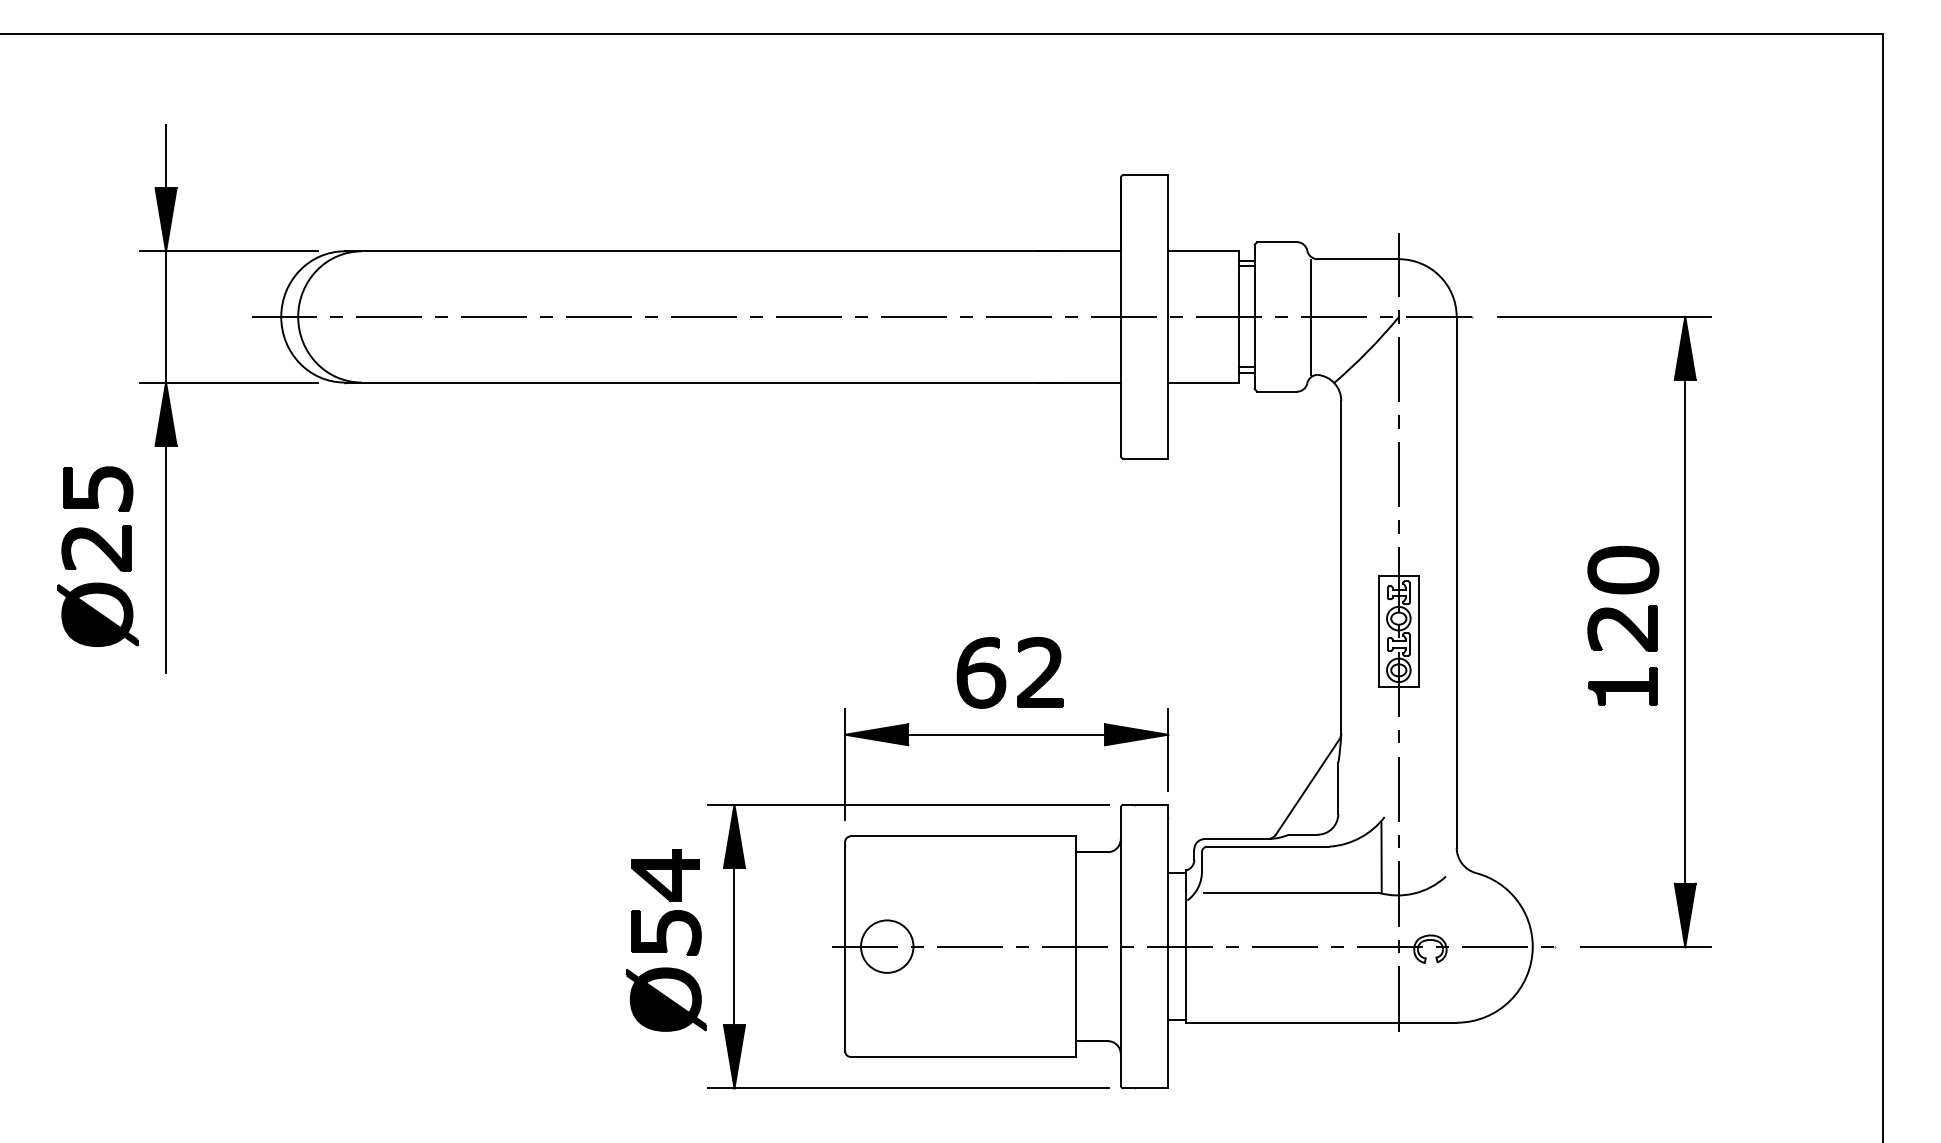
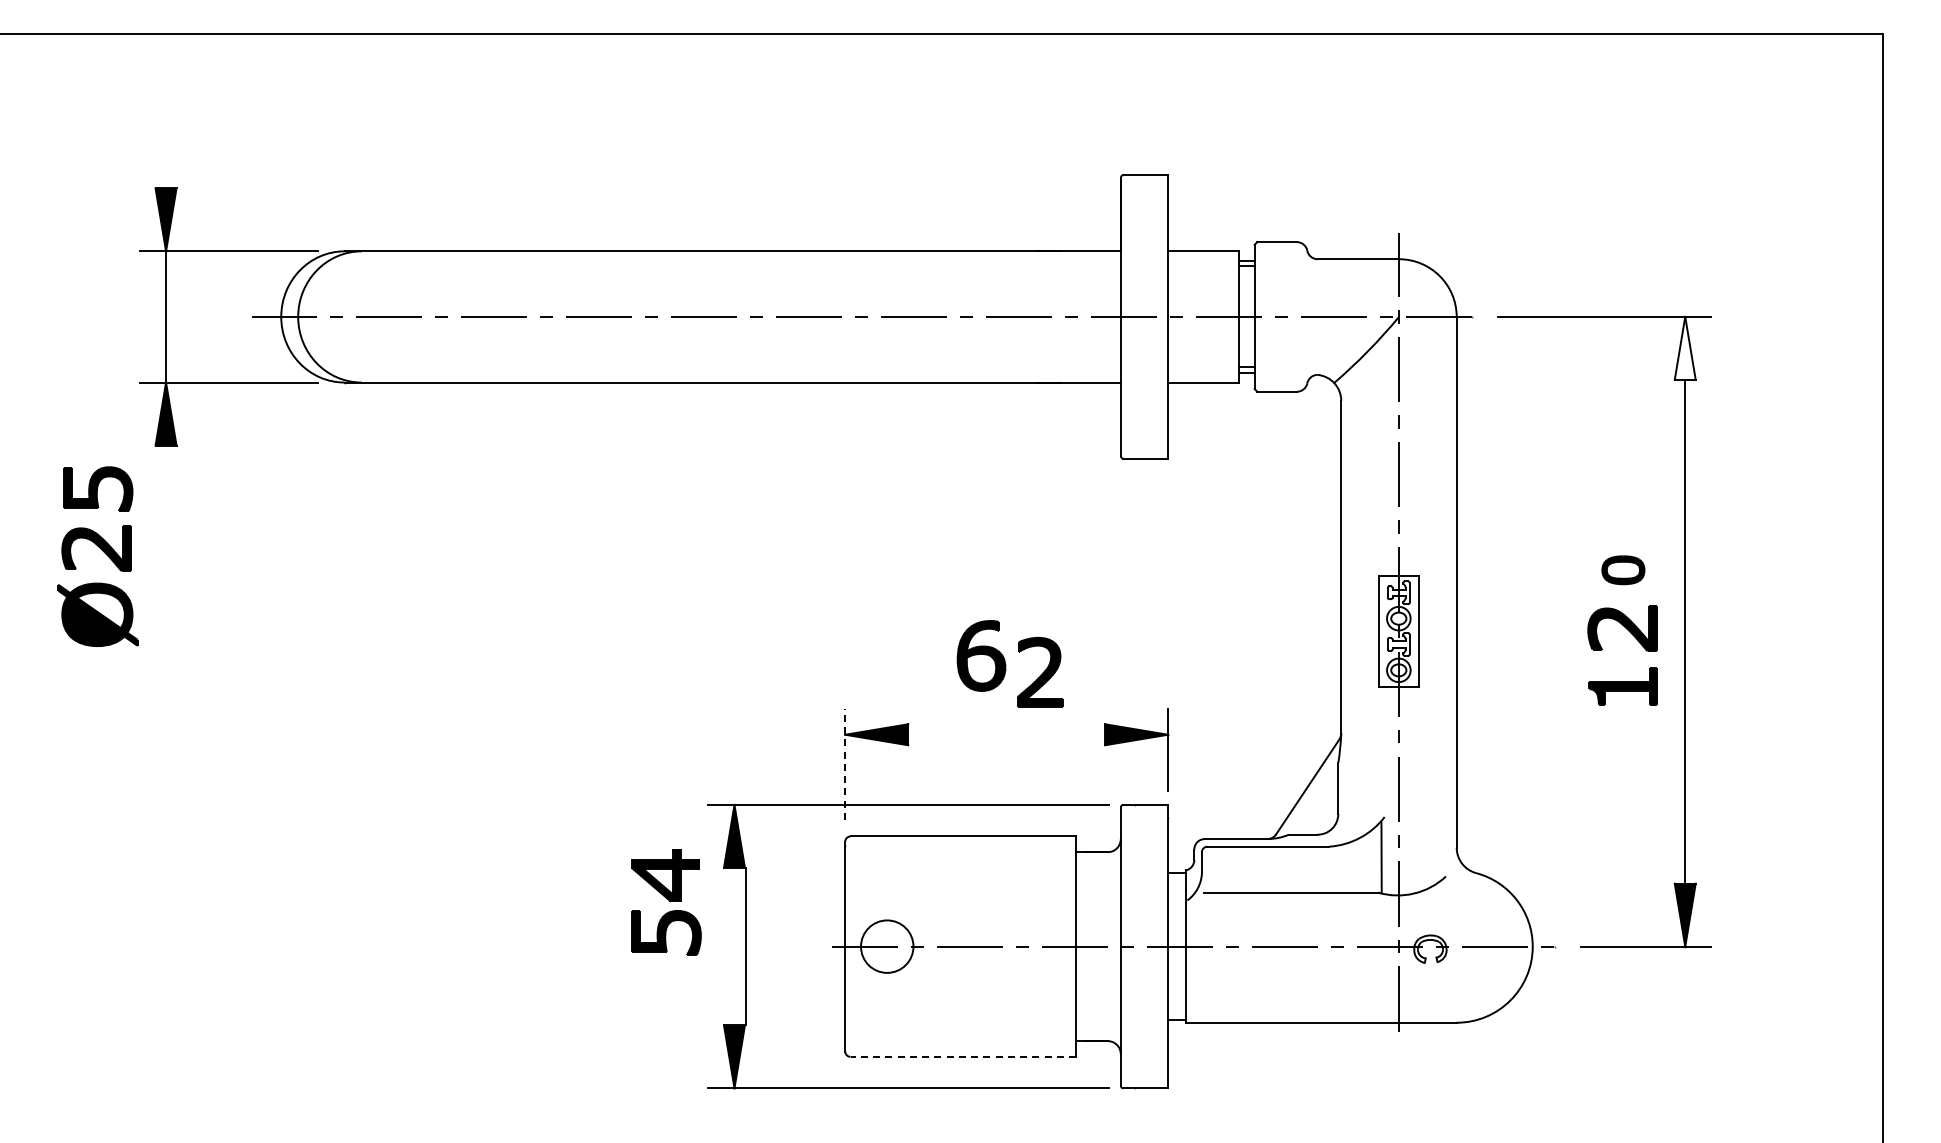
line at (166, 156): present -> none
line at (1310, 317): present -> none
fill at (1684, 347): present -> none
line at (166, 558): present -> none
part at (1623, 570) size: 73x49 px -> 45x31 px
part at (981, 672) position: (981, 672) -> (981, 655)
line at (1006, 734): present -> none
line at (845, 764): solid -> dashed
line at (734, 946) position: (734, 946) -> (746, 946)
part at (666, 999): present -> none
line at (963, 1056): solid -> dashed
